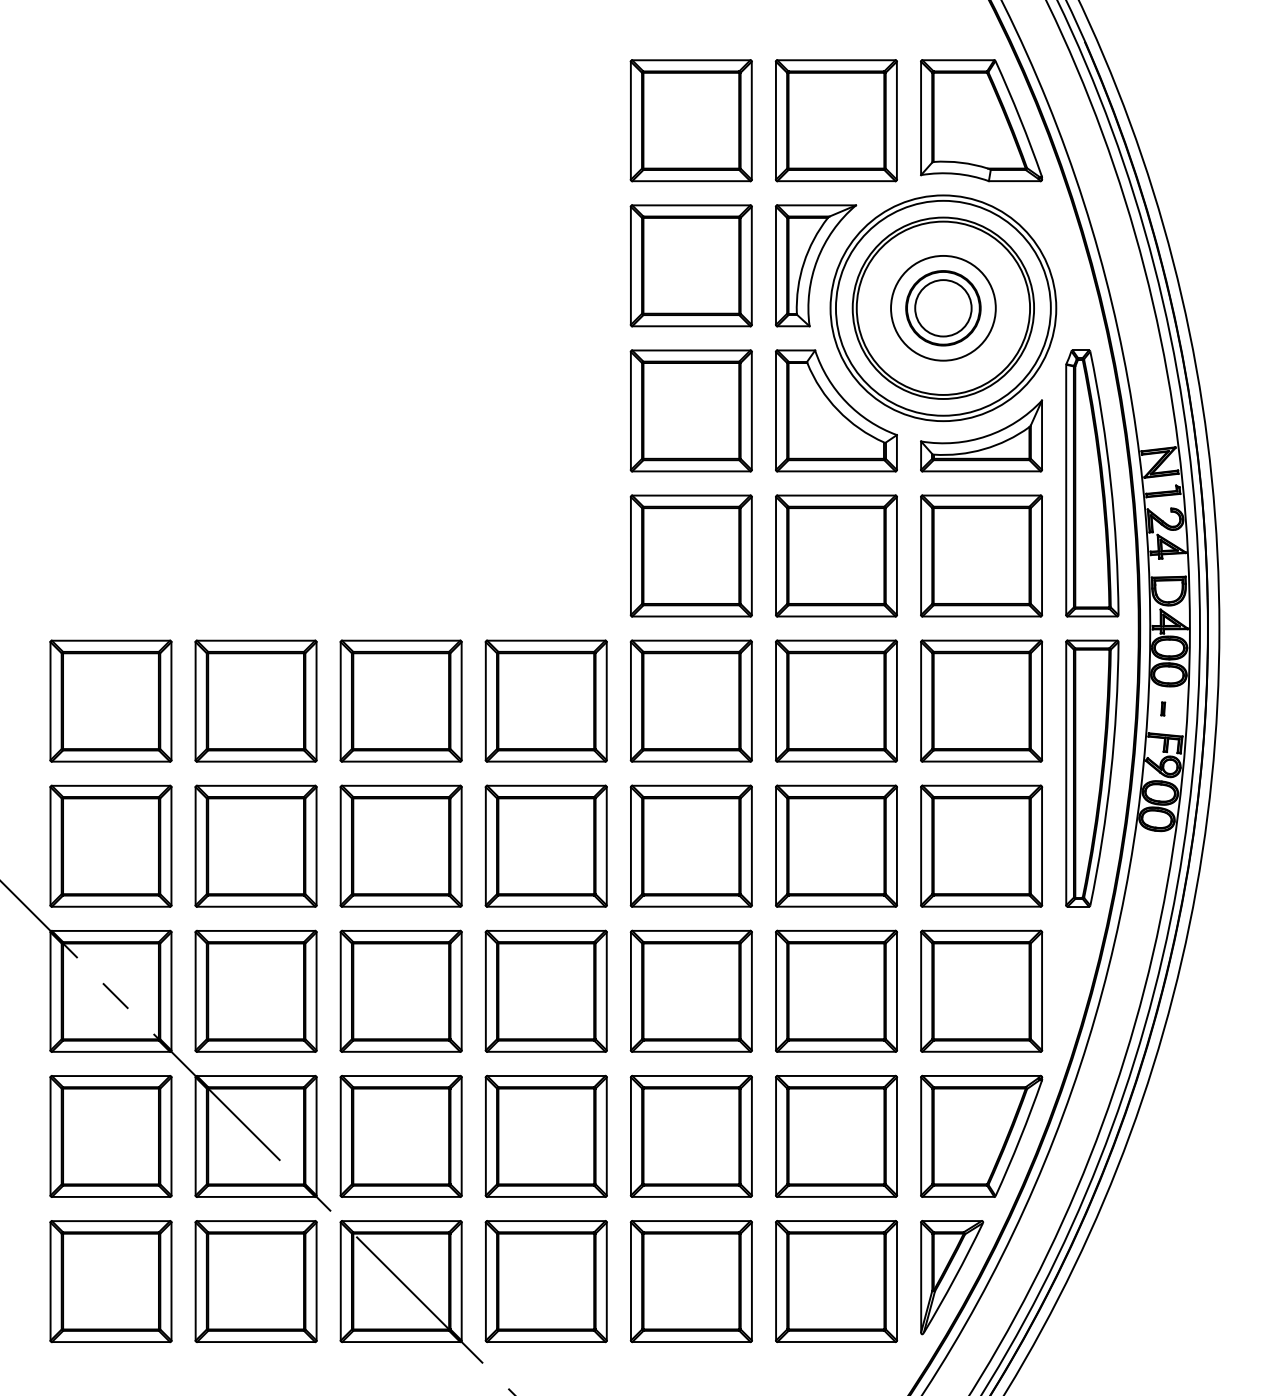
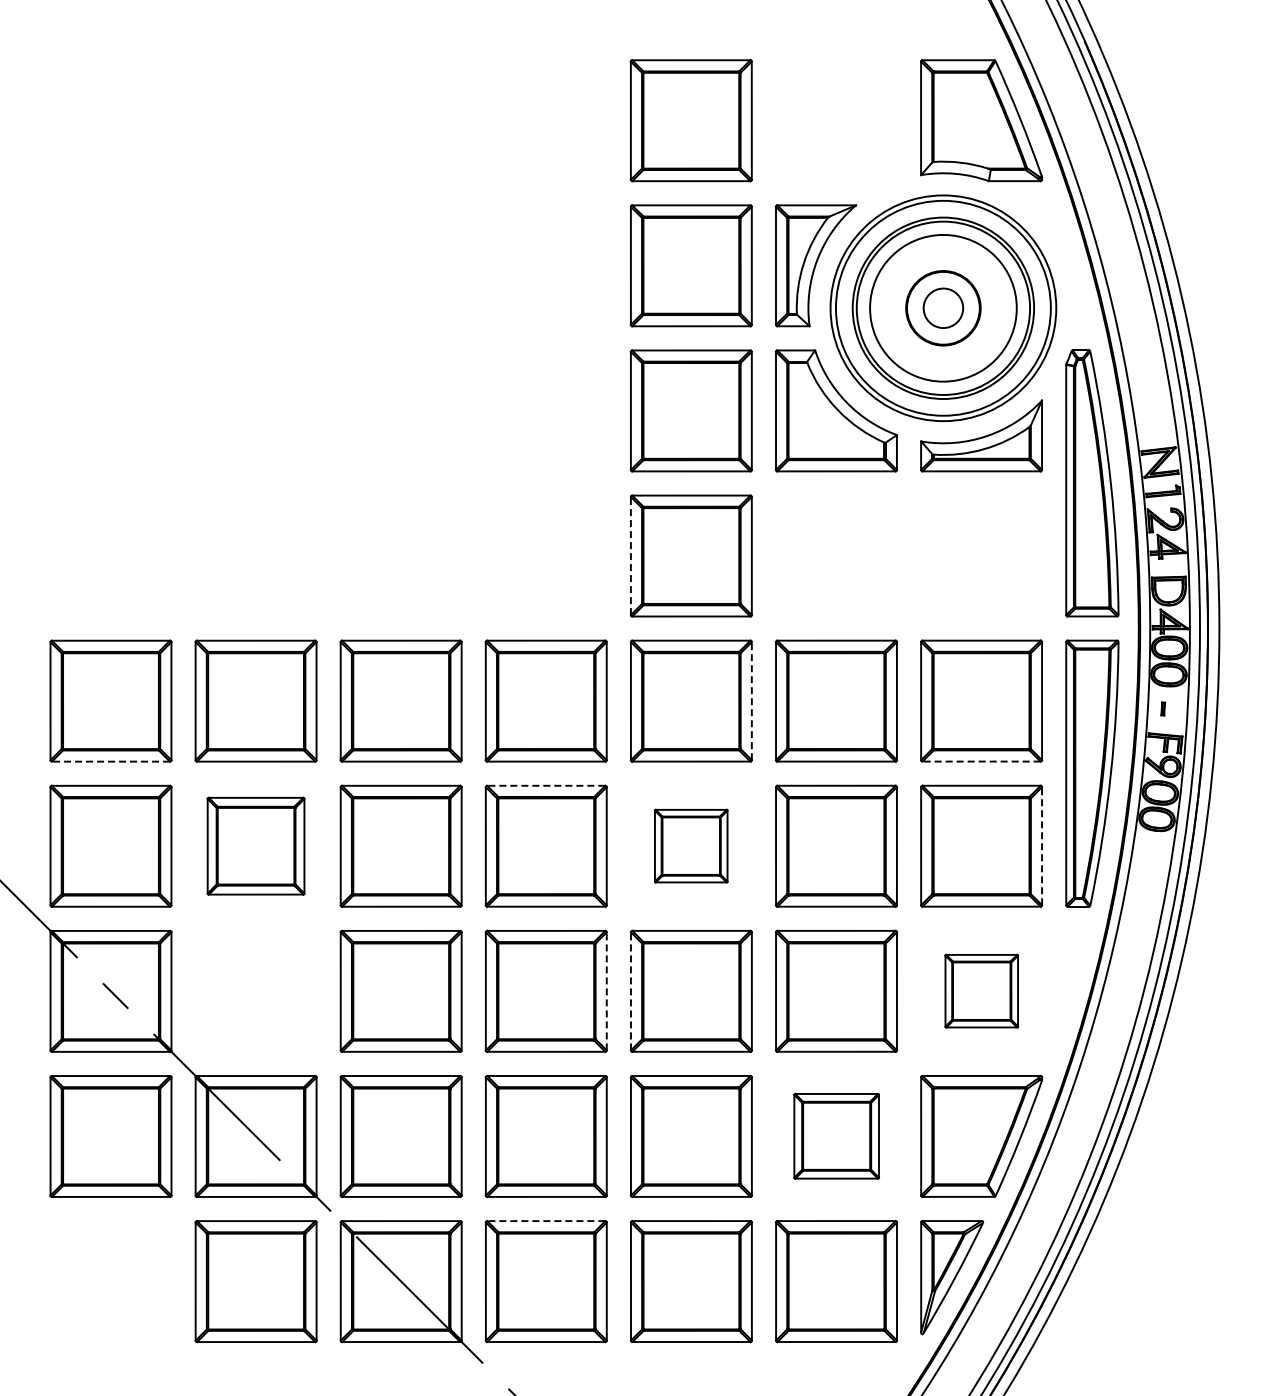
part at (835, 120): present -> none
circle at (943, 307) diameter: 105 px -> 147 px
circle at (943, 308) diameter: 56 px -> 39 px
line at (630, 555): solid -> dashed
part at (836, 555): present -> none
part at (981, 555): present -> none
line at (751, 700): solid -> dashed
line at (110, 761): solid -> dashed
line at (981, 761): solid -> dashed
line at (545, 785): solid -> dashed
part at (255, 845) size: 124x124 px -> 100x100 px
part at (690, 845) size: 124x124 px -> 76x76 px
line at (1042, 845): solid -> dashed
part at (255, 990): present -> none
line at (606, 990): solid -> dashed
line at (630, 990): solid -> dashed
part at (981, 990) size: 124x124 px -> 76x76 px
part at (836, 1135) size: 124x124 px -> 88x88 px
line at (545, 1221): solid -> dashed
part at (110, 1281): present -> none
